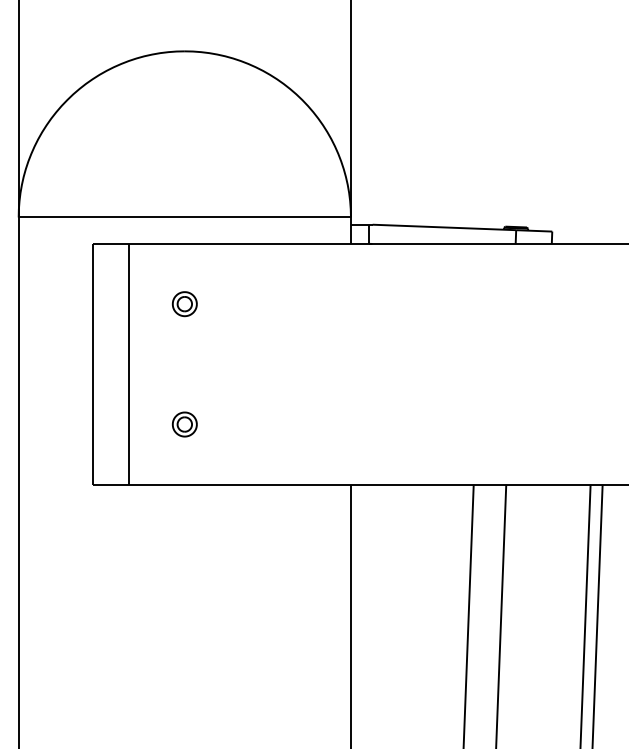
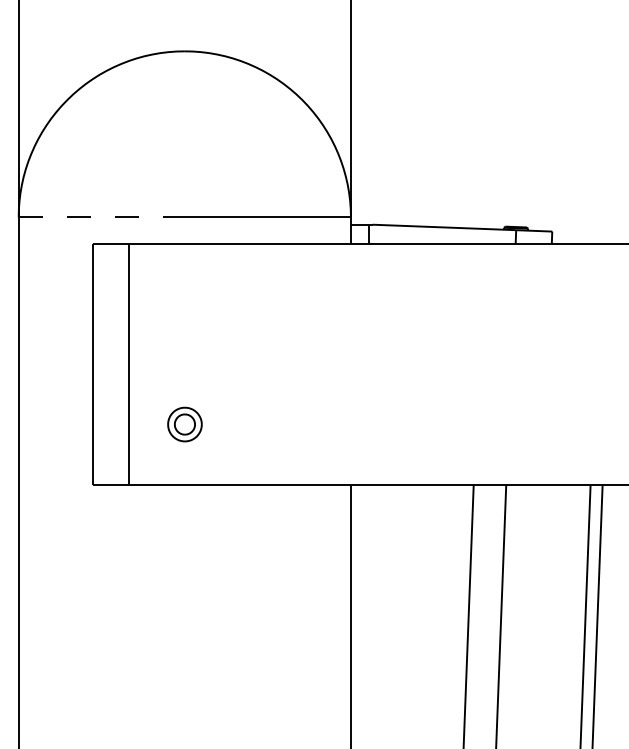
line at (102, 217): solid -> dashed
part at (184, 304): present -> none
part at (184, 424) size: 27x27 px -> 36x37 px
